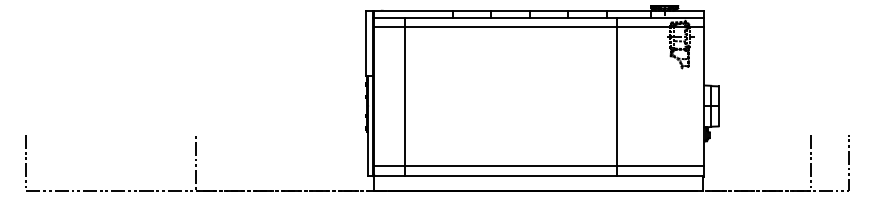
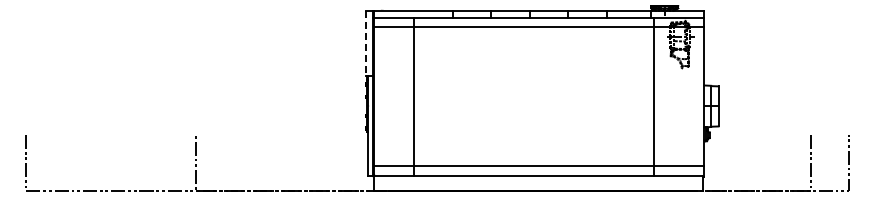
line at (365, 43): solid -> dashed
line at (405, 96) position: (405, 96) -> (414, 96)
line at (616, 96) position: (616, 96) -> (653, 96)
